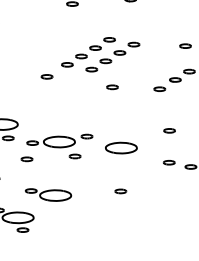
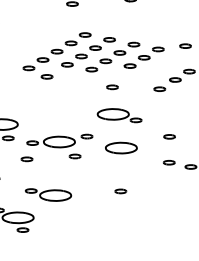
part at (56, 51): none -> present
part at (143, 57): none -> present
part at (119, 115): none -> present
part at (169, 130) position: (169, 130) -> (169, 136)
